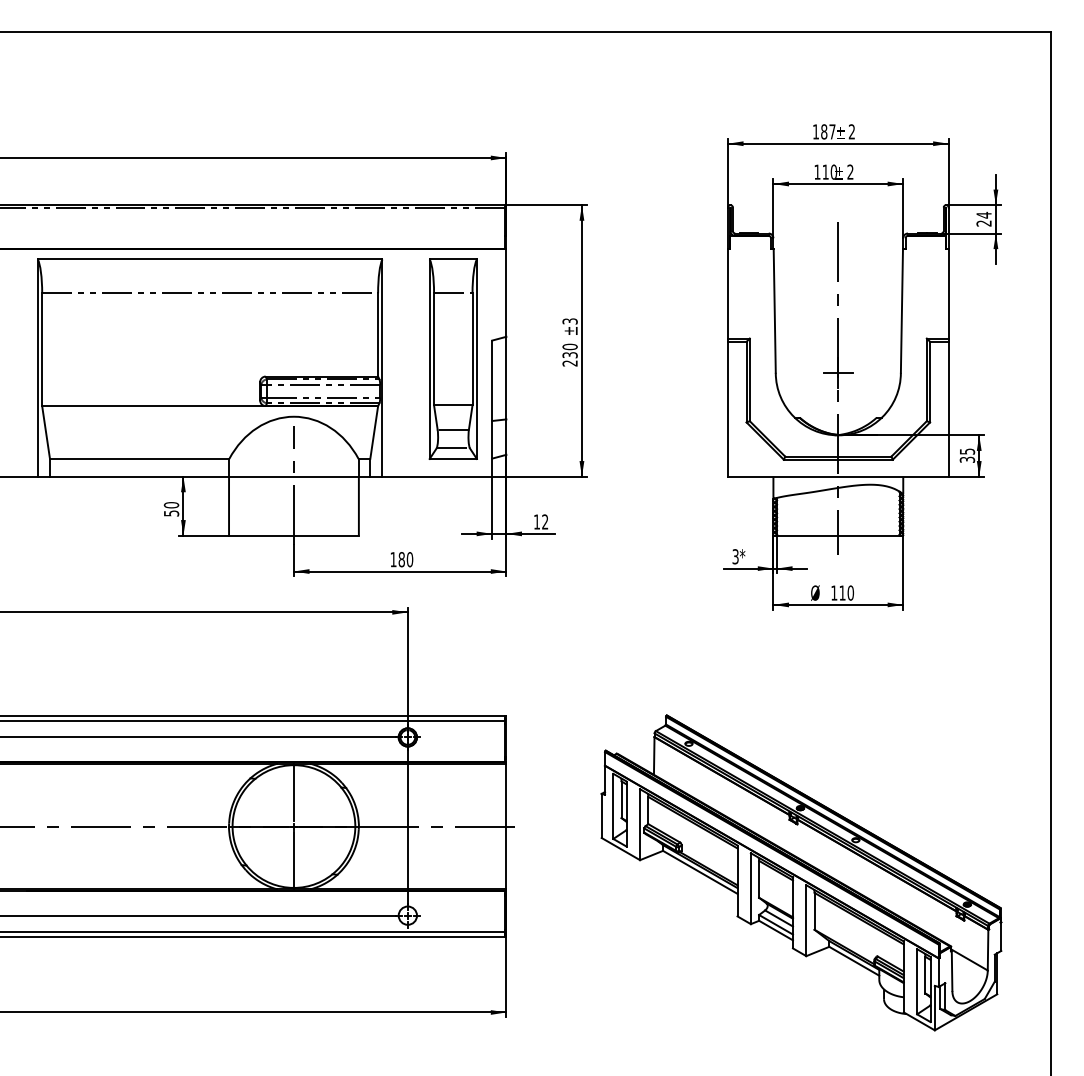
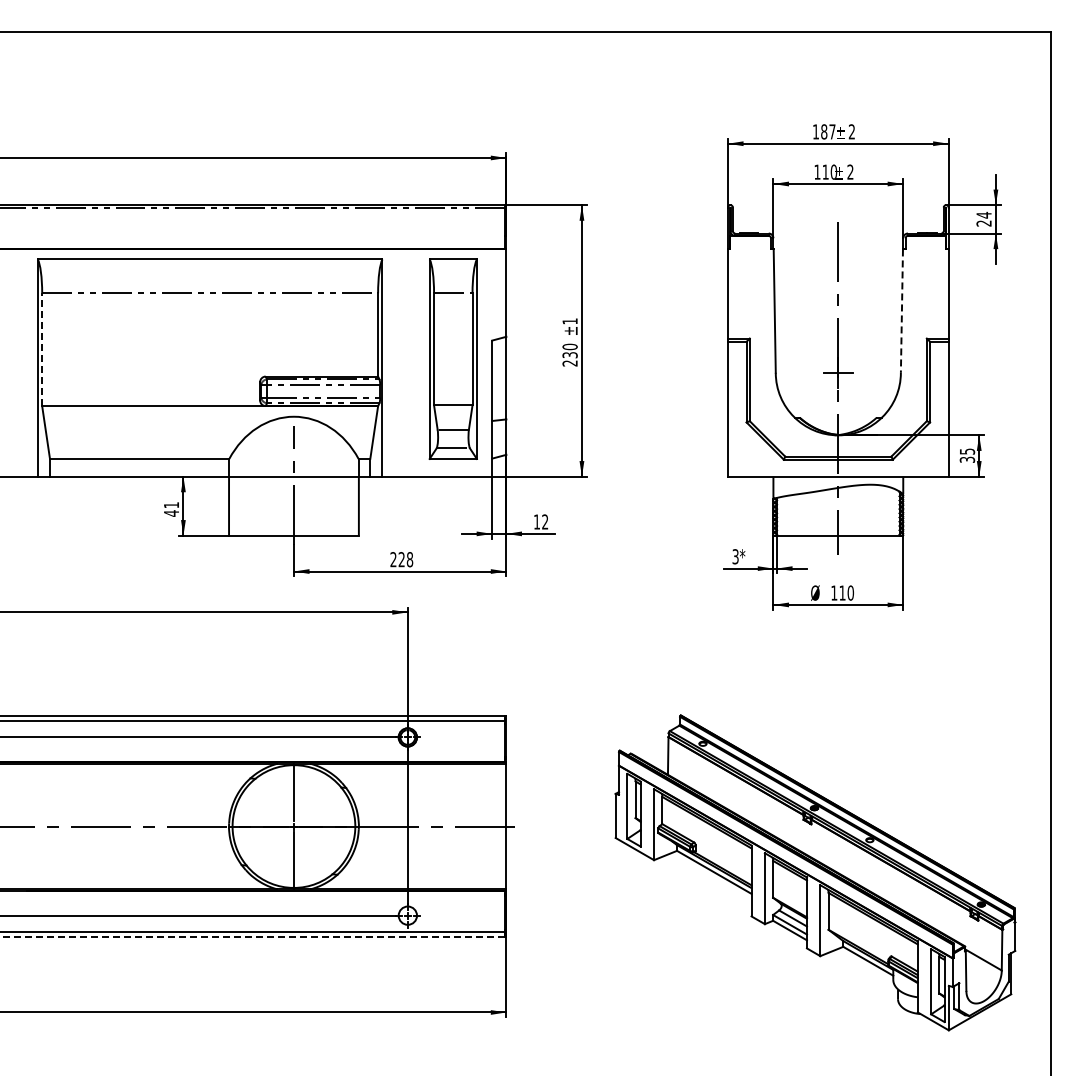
line at (901, 311): solid -> dashed
text at (569, 321): ±3 -> ±1
line at (42, 349): solid -> dashed
text at (171, 509): 50 -> 41
text at (401, 559): 180 -> 228
part at (801, 872) position: (801, 872) -> (815, 872)
line at (252, 936): solid -> dashed
